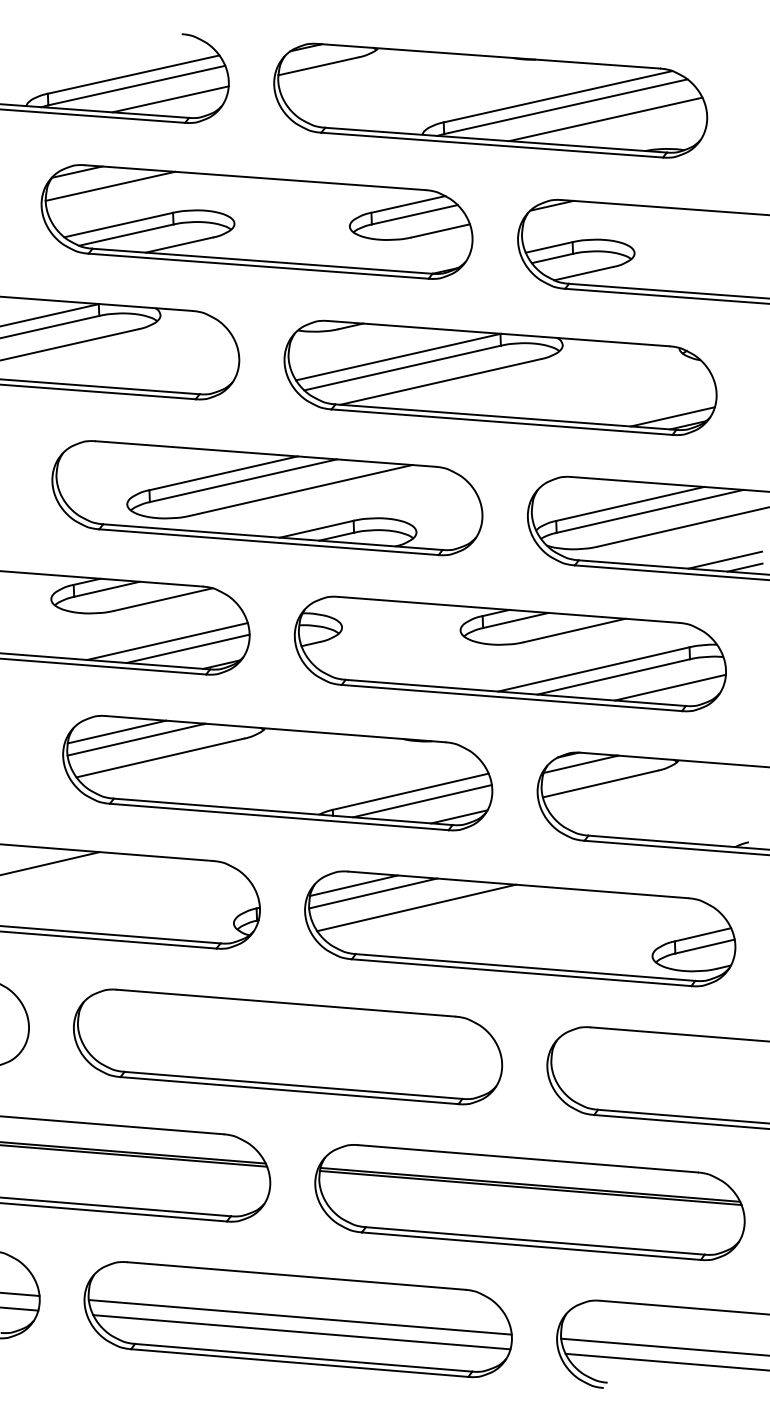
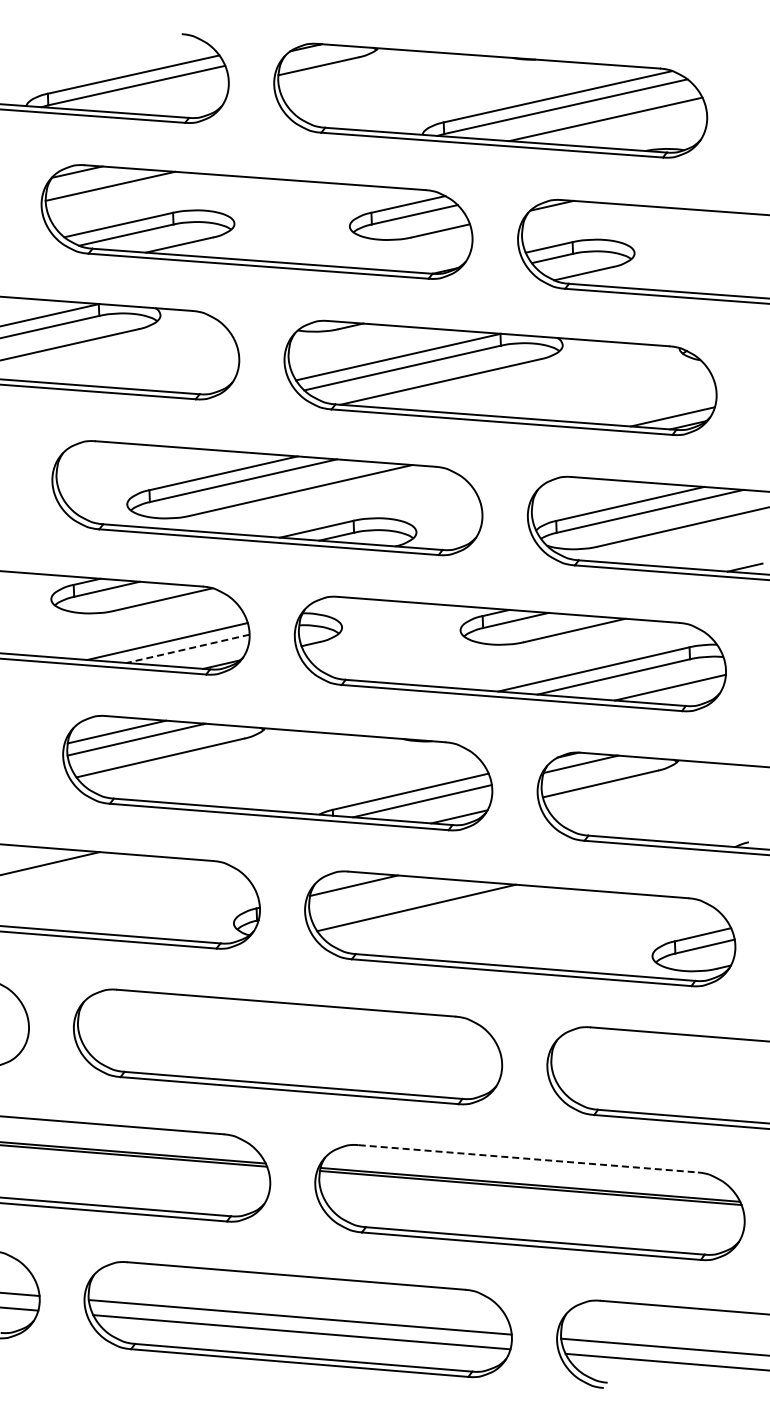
line at (170, 99): present -> none
line at (725, 559): present -> none
line at (187, 648): solid -> dashed
line at (373, 893): present -> none
line at (528, 1158): solid -> dashed
